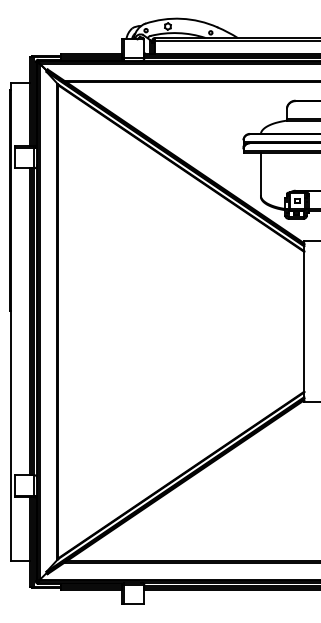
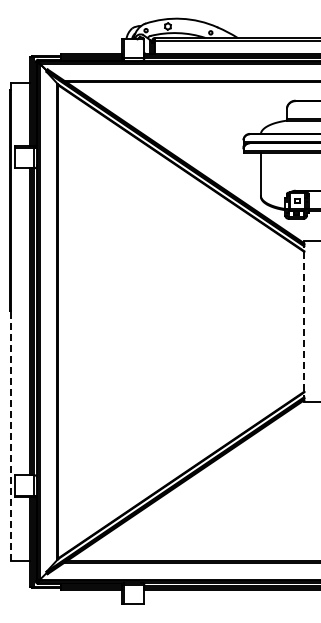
line at (304, 321): solid -> dashed
line at (10, 435): solid -> dashed
